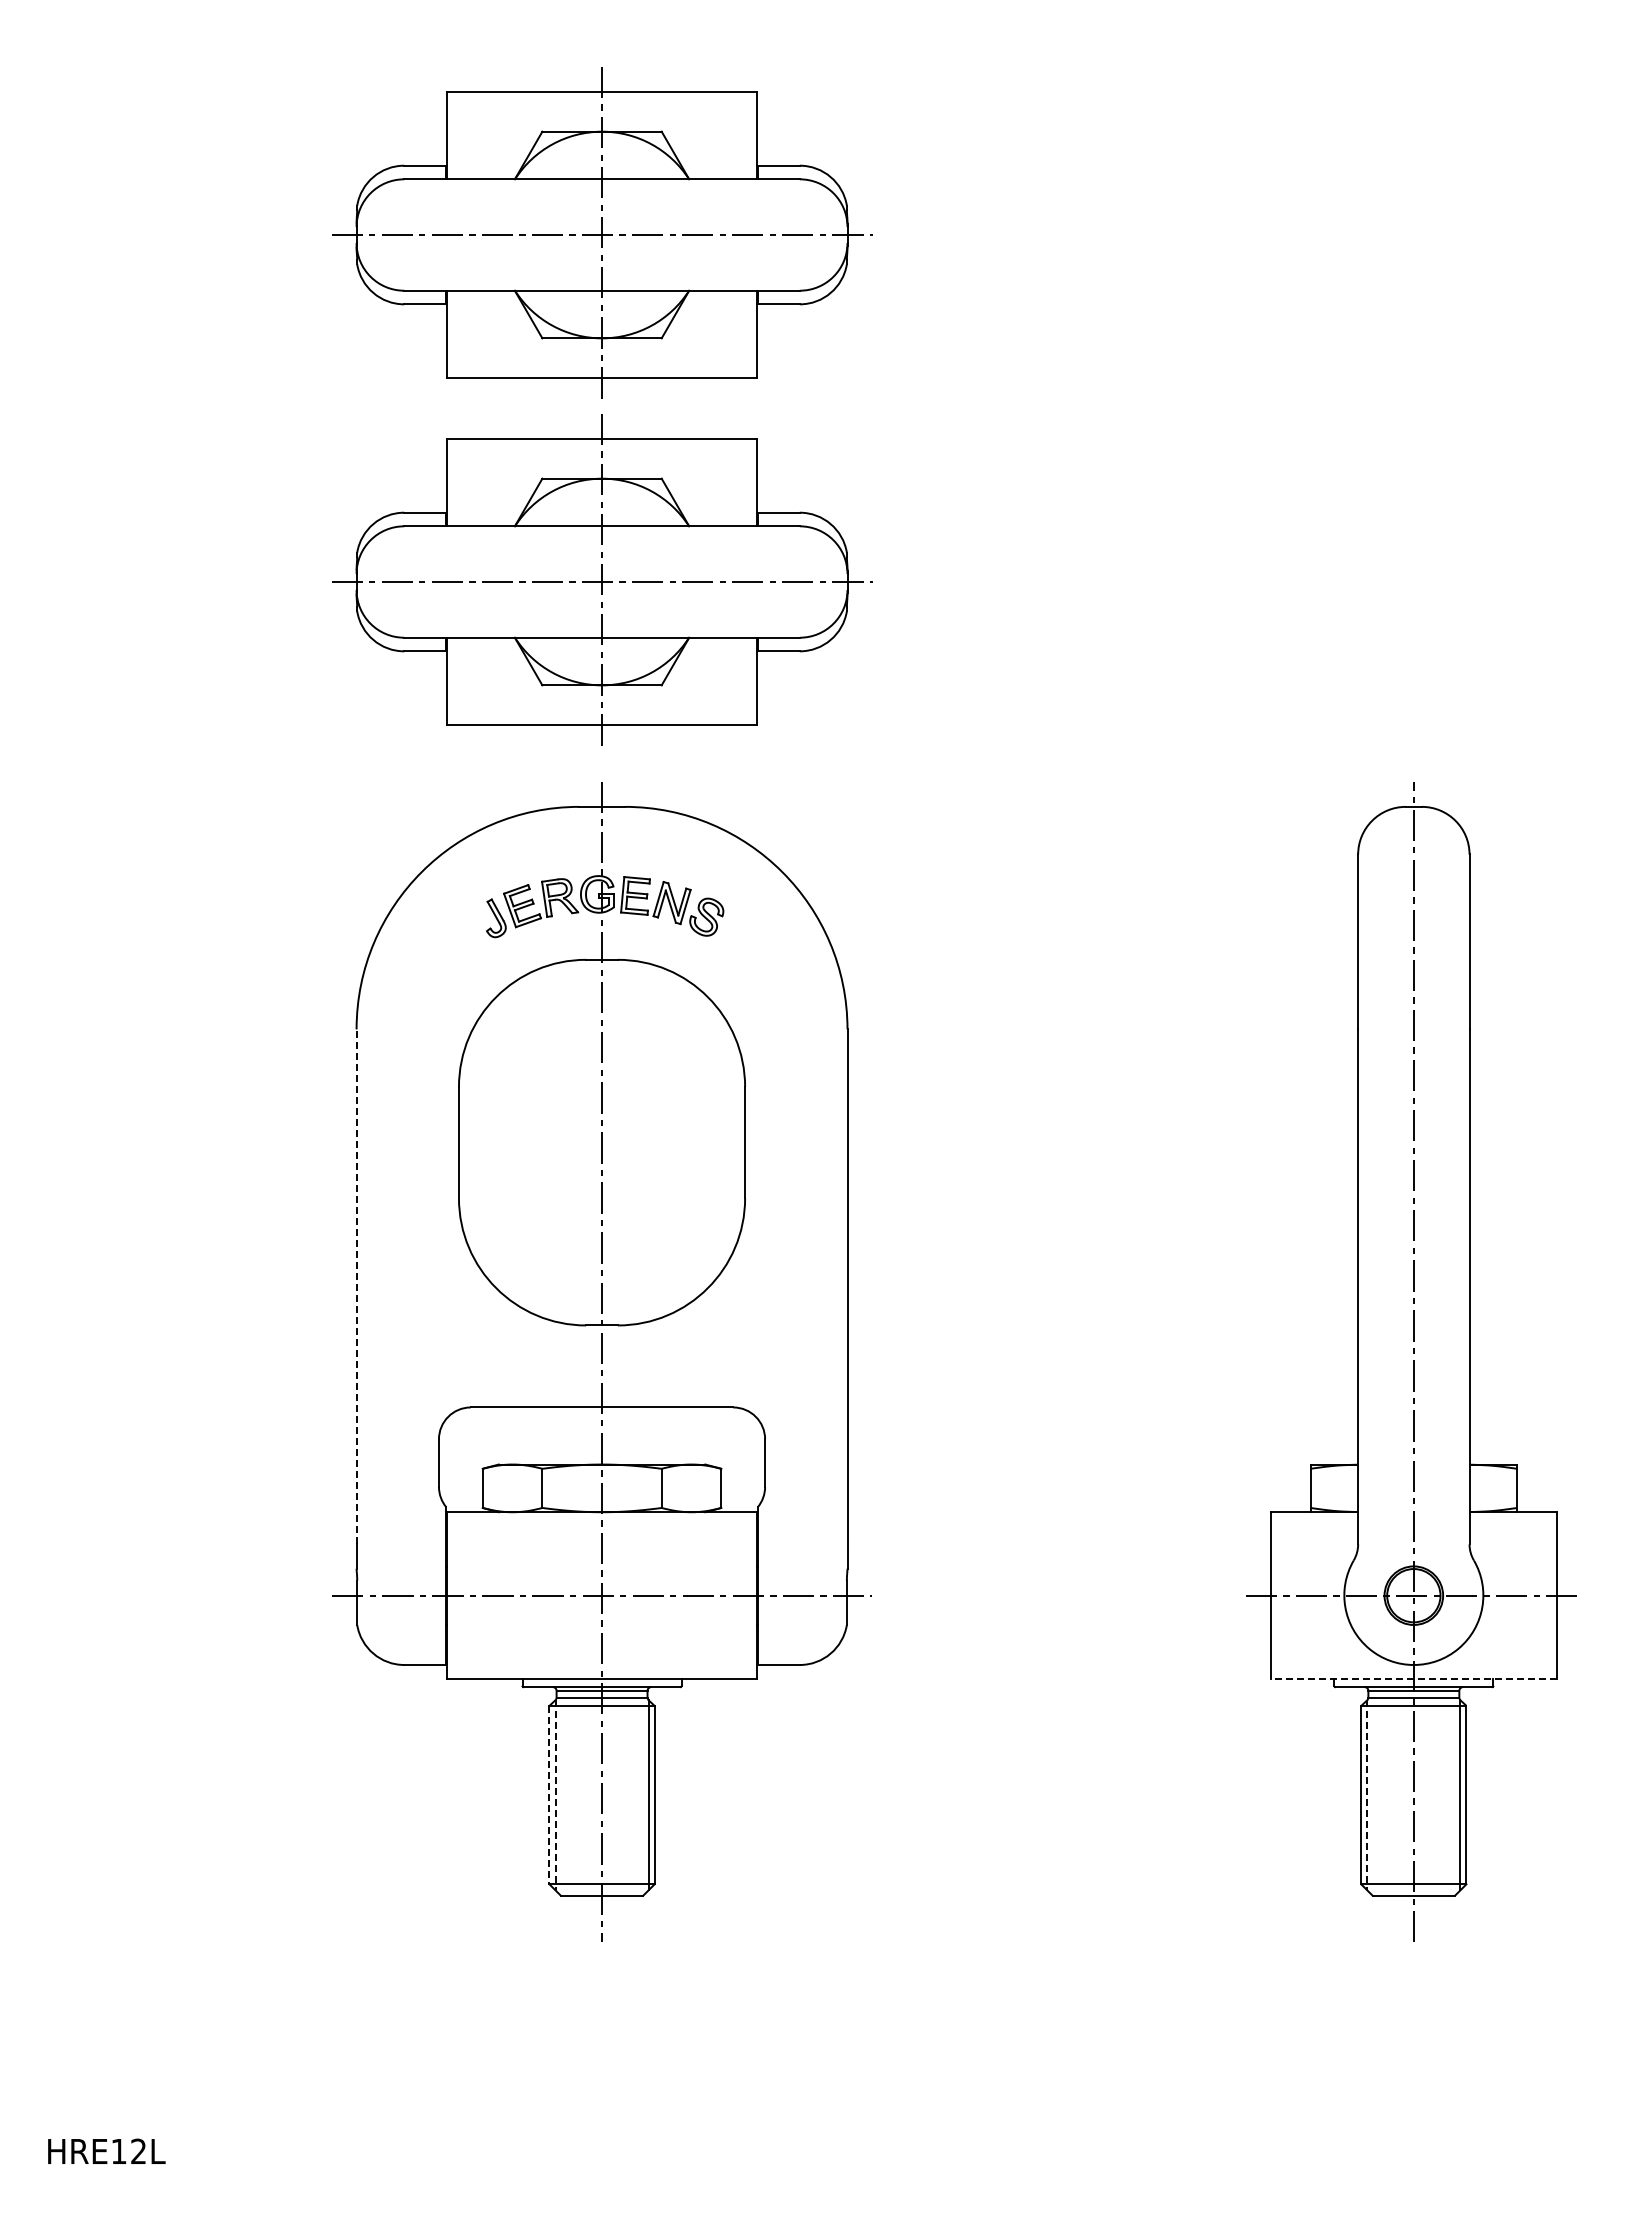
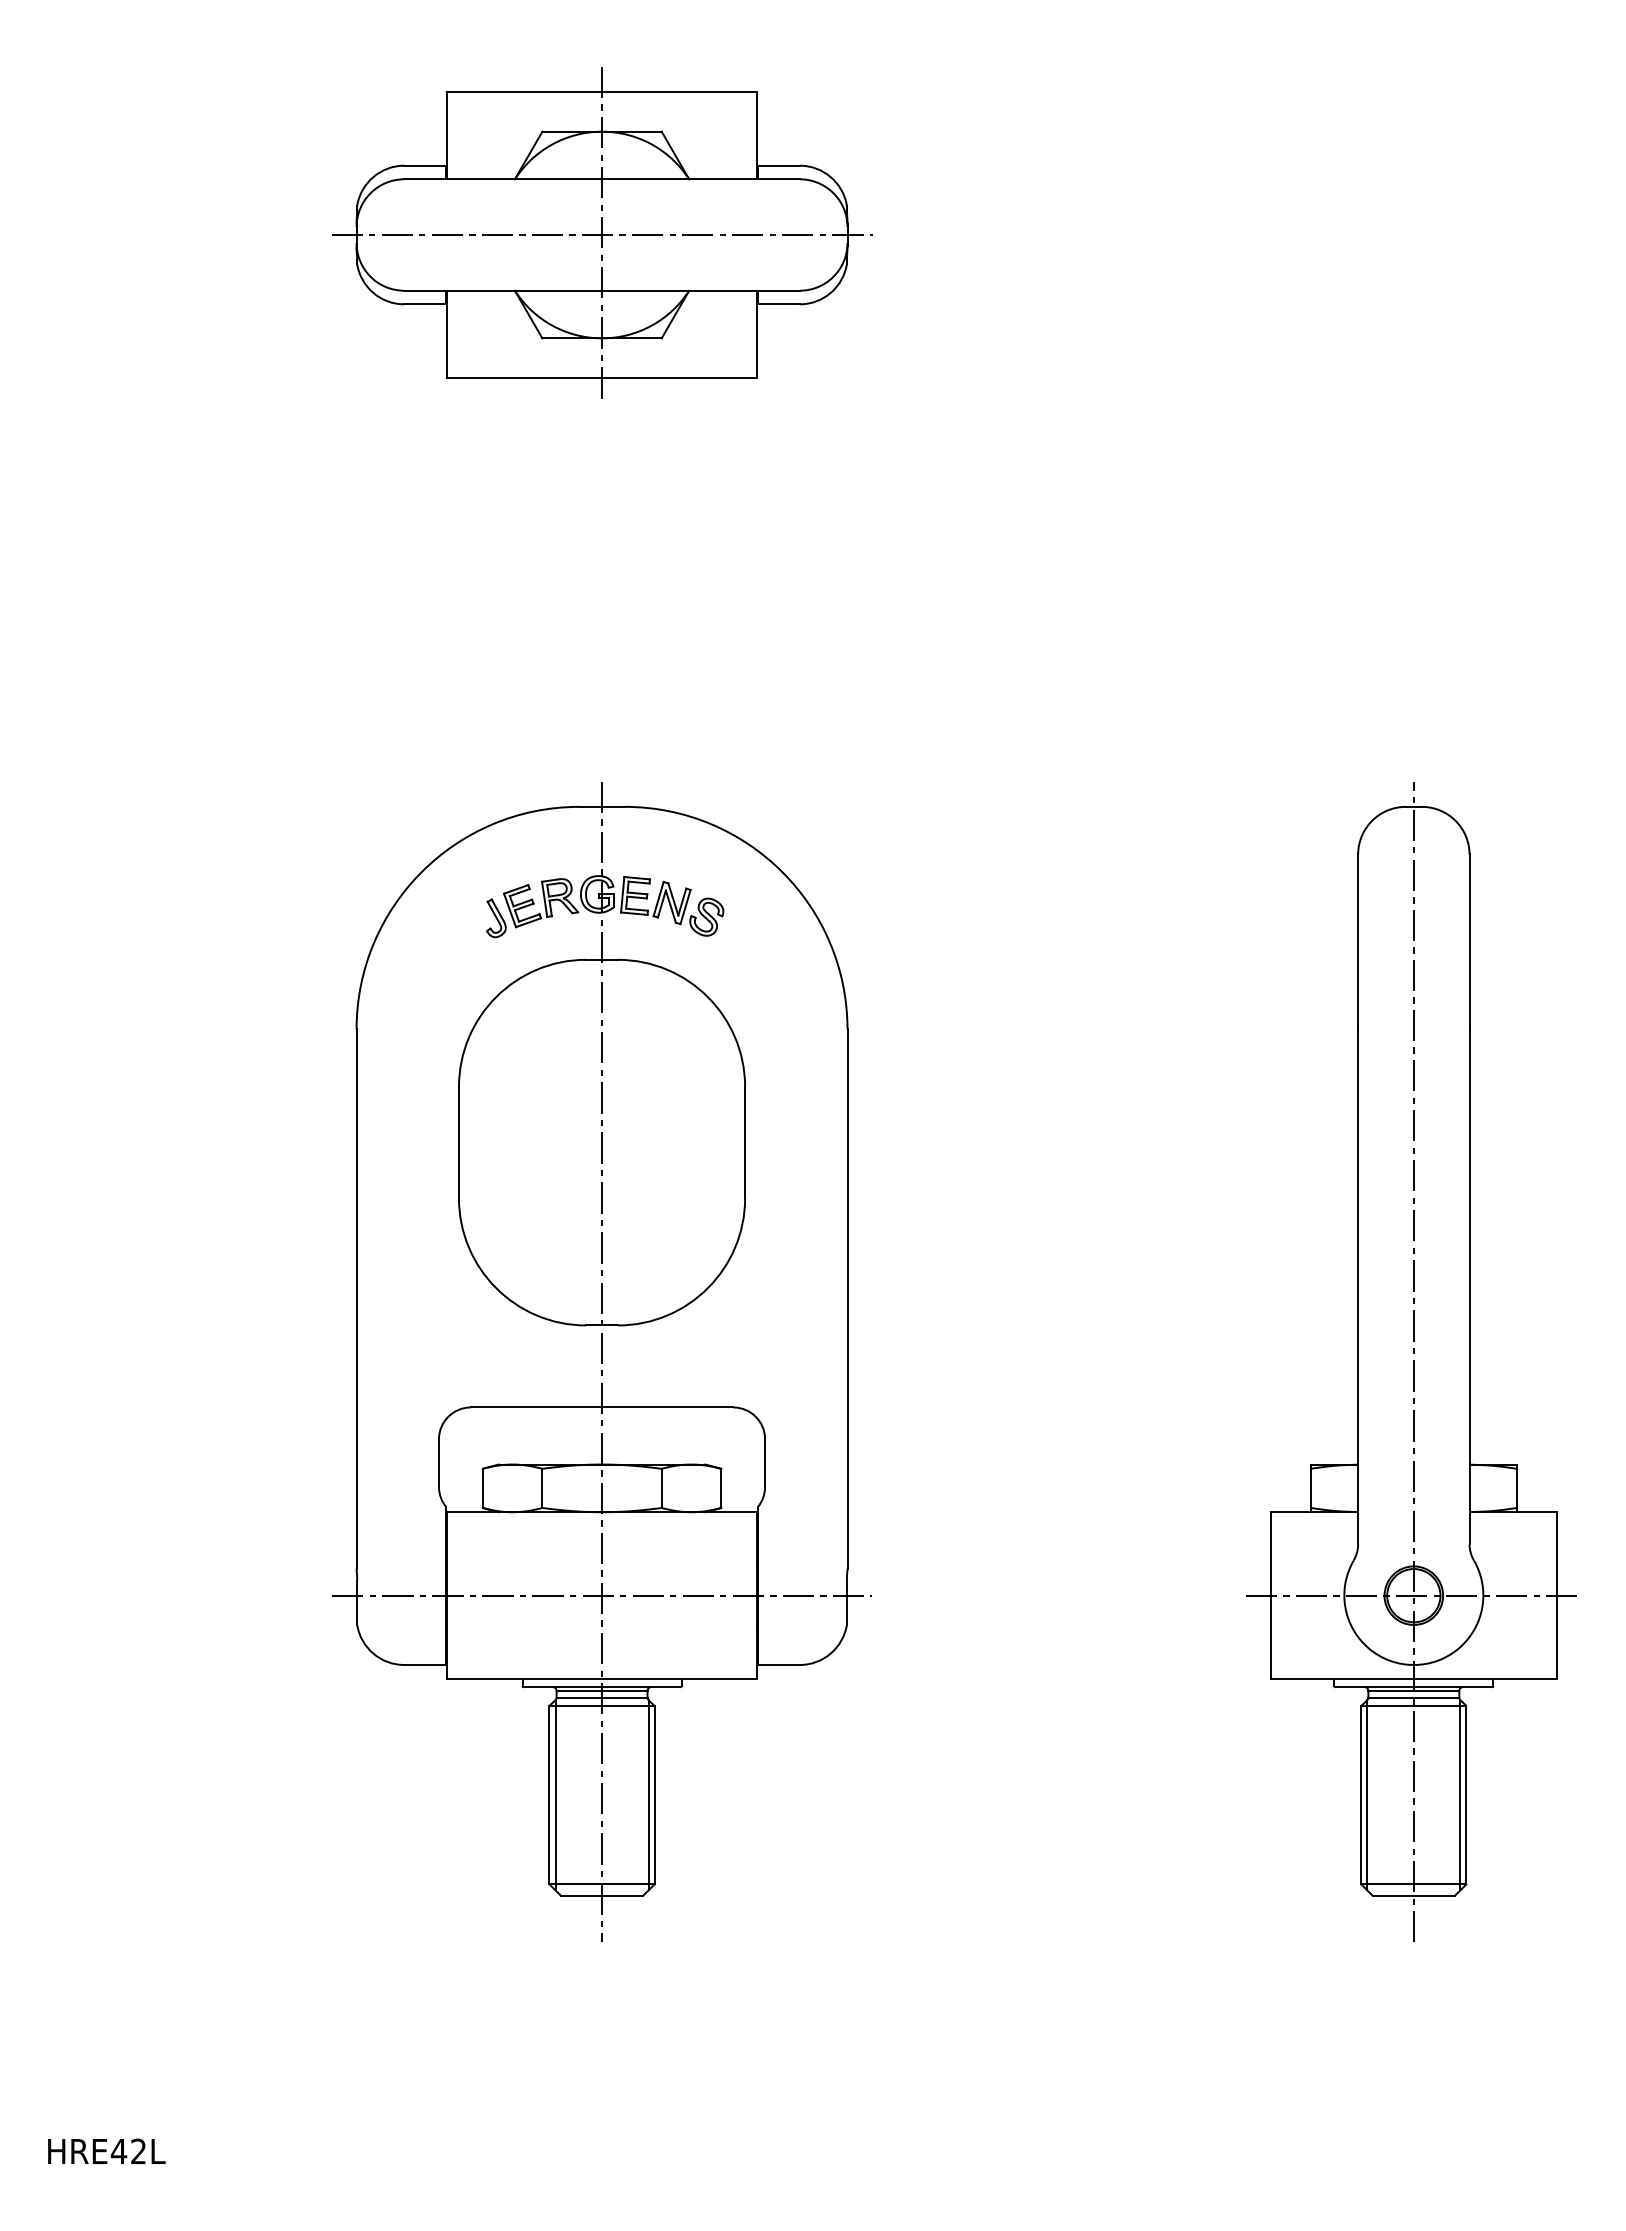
part at (602, 579): present -> none
line at (356, 1286): dashed -> solid
line at (1413, 1679): dashed -> solid
line at (549, 1795): dashed -> solid
line at (555, 1795): dashed -> solid
line at (1367, 1795): dashed -> solid
text at (118, 2151): HRE12L -> HRE42L
